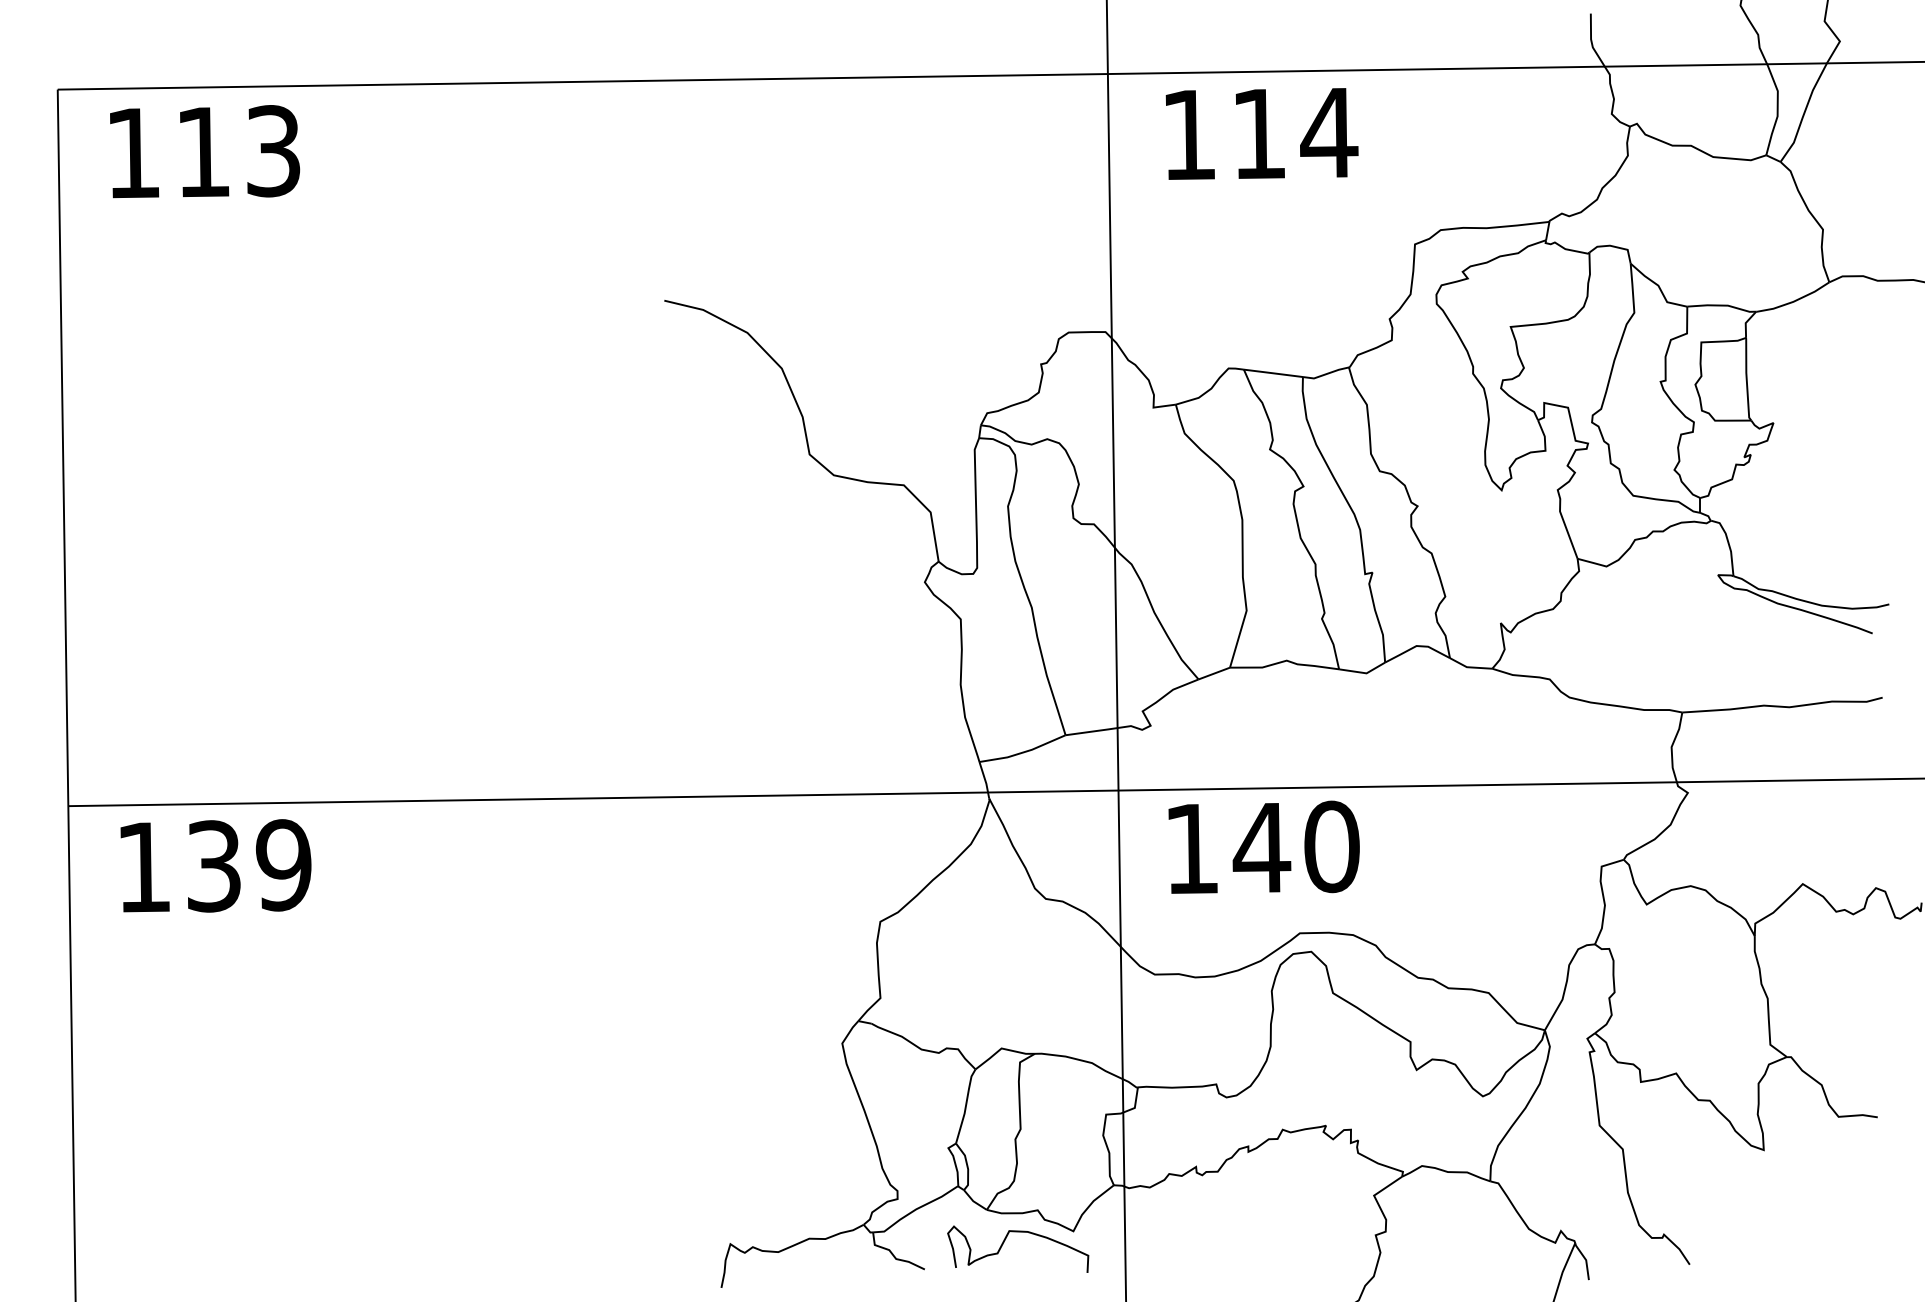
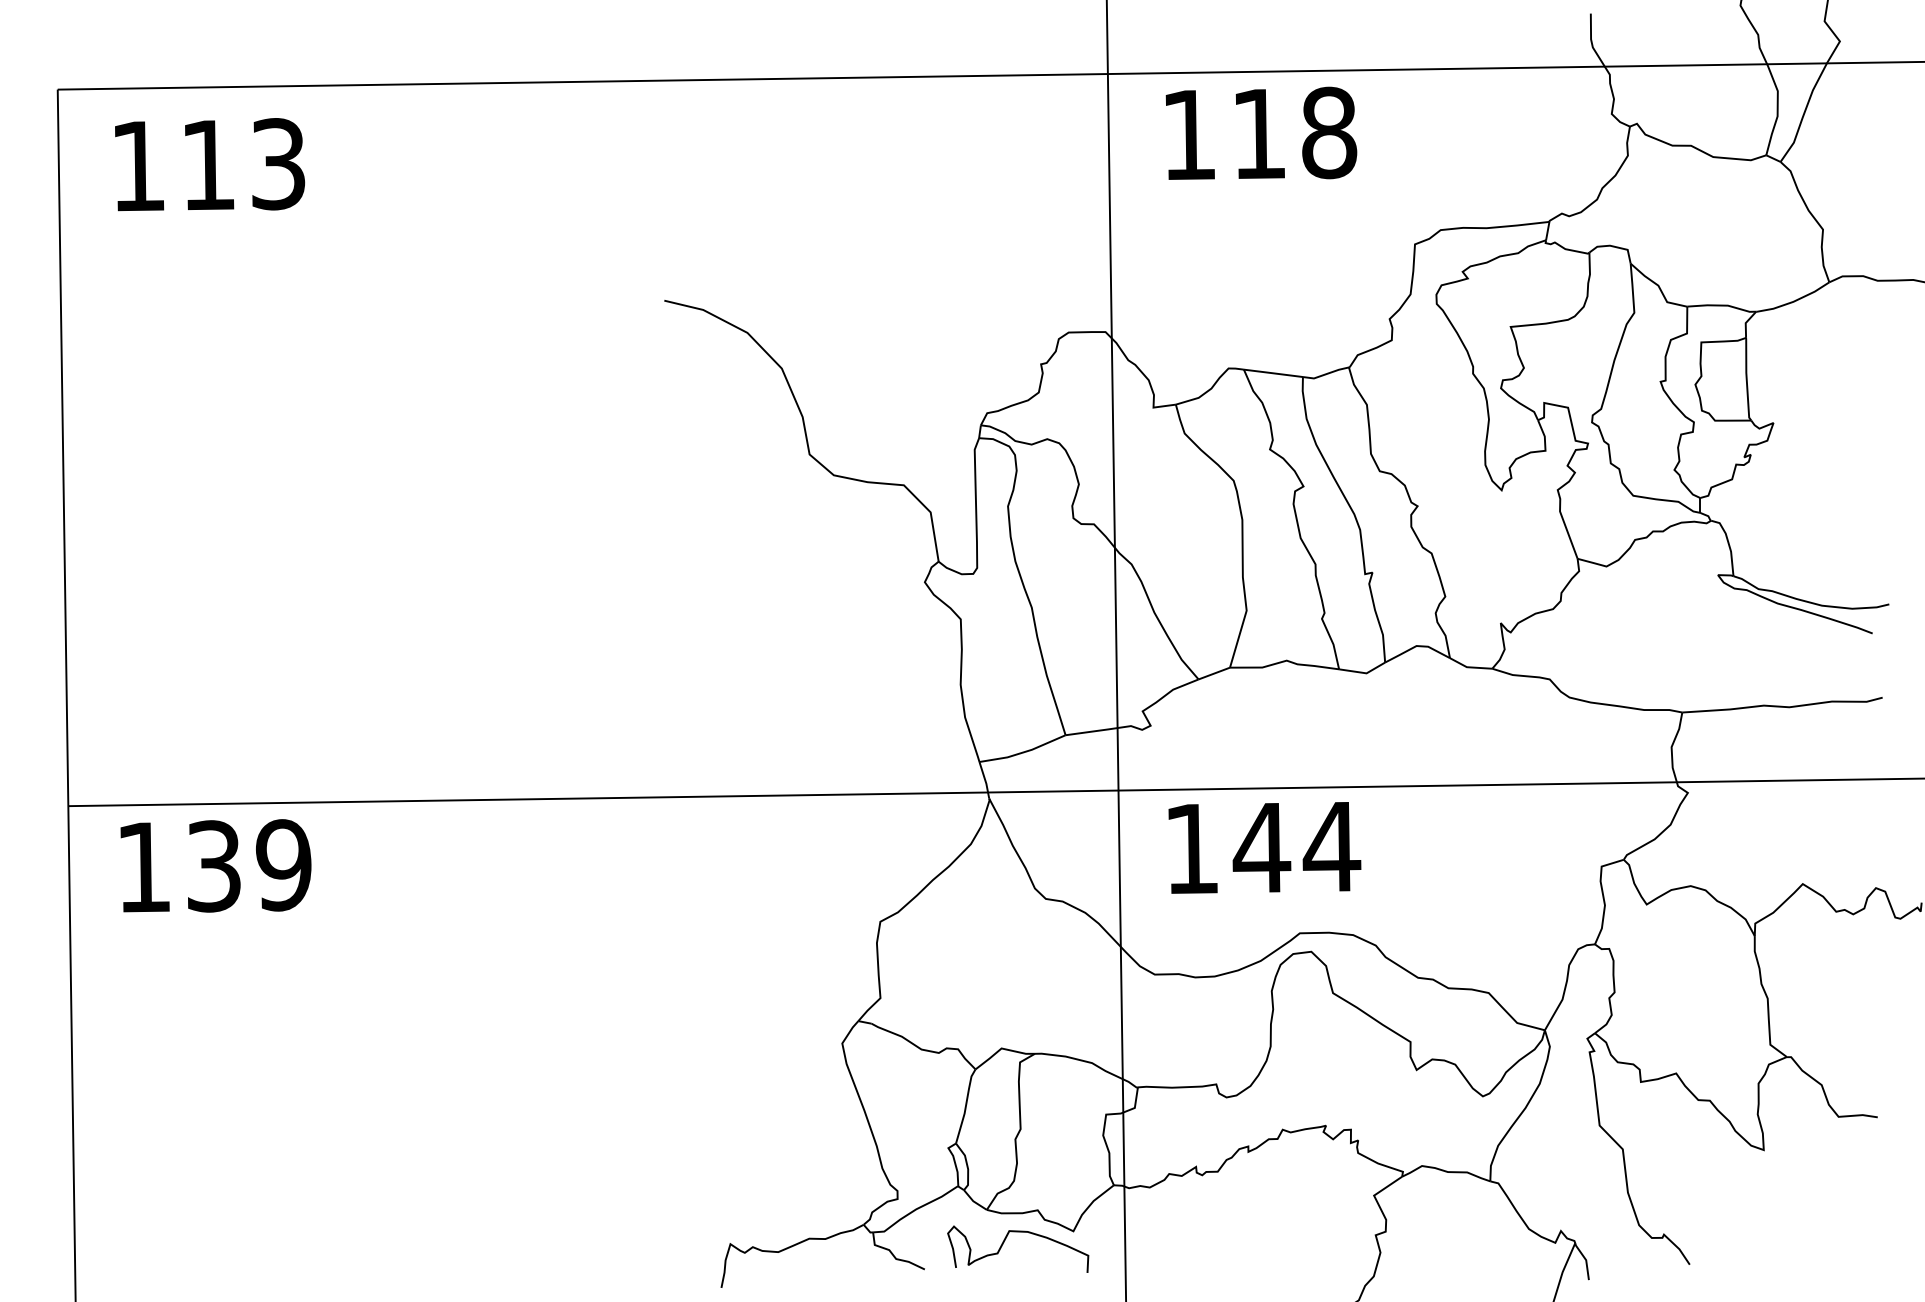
text at (1329, 132): 114 -> 118
text at (205, 151) position: (205, 151) -> (210, 164)
text at (1331, 846): 140 -> 144
